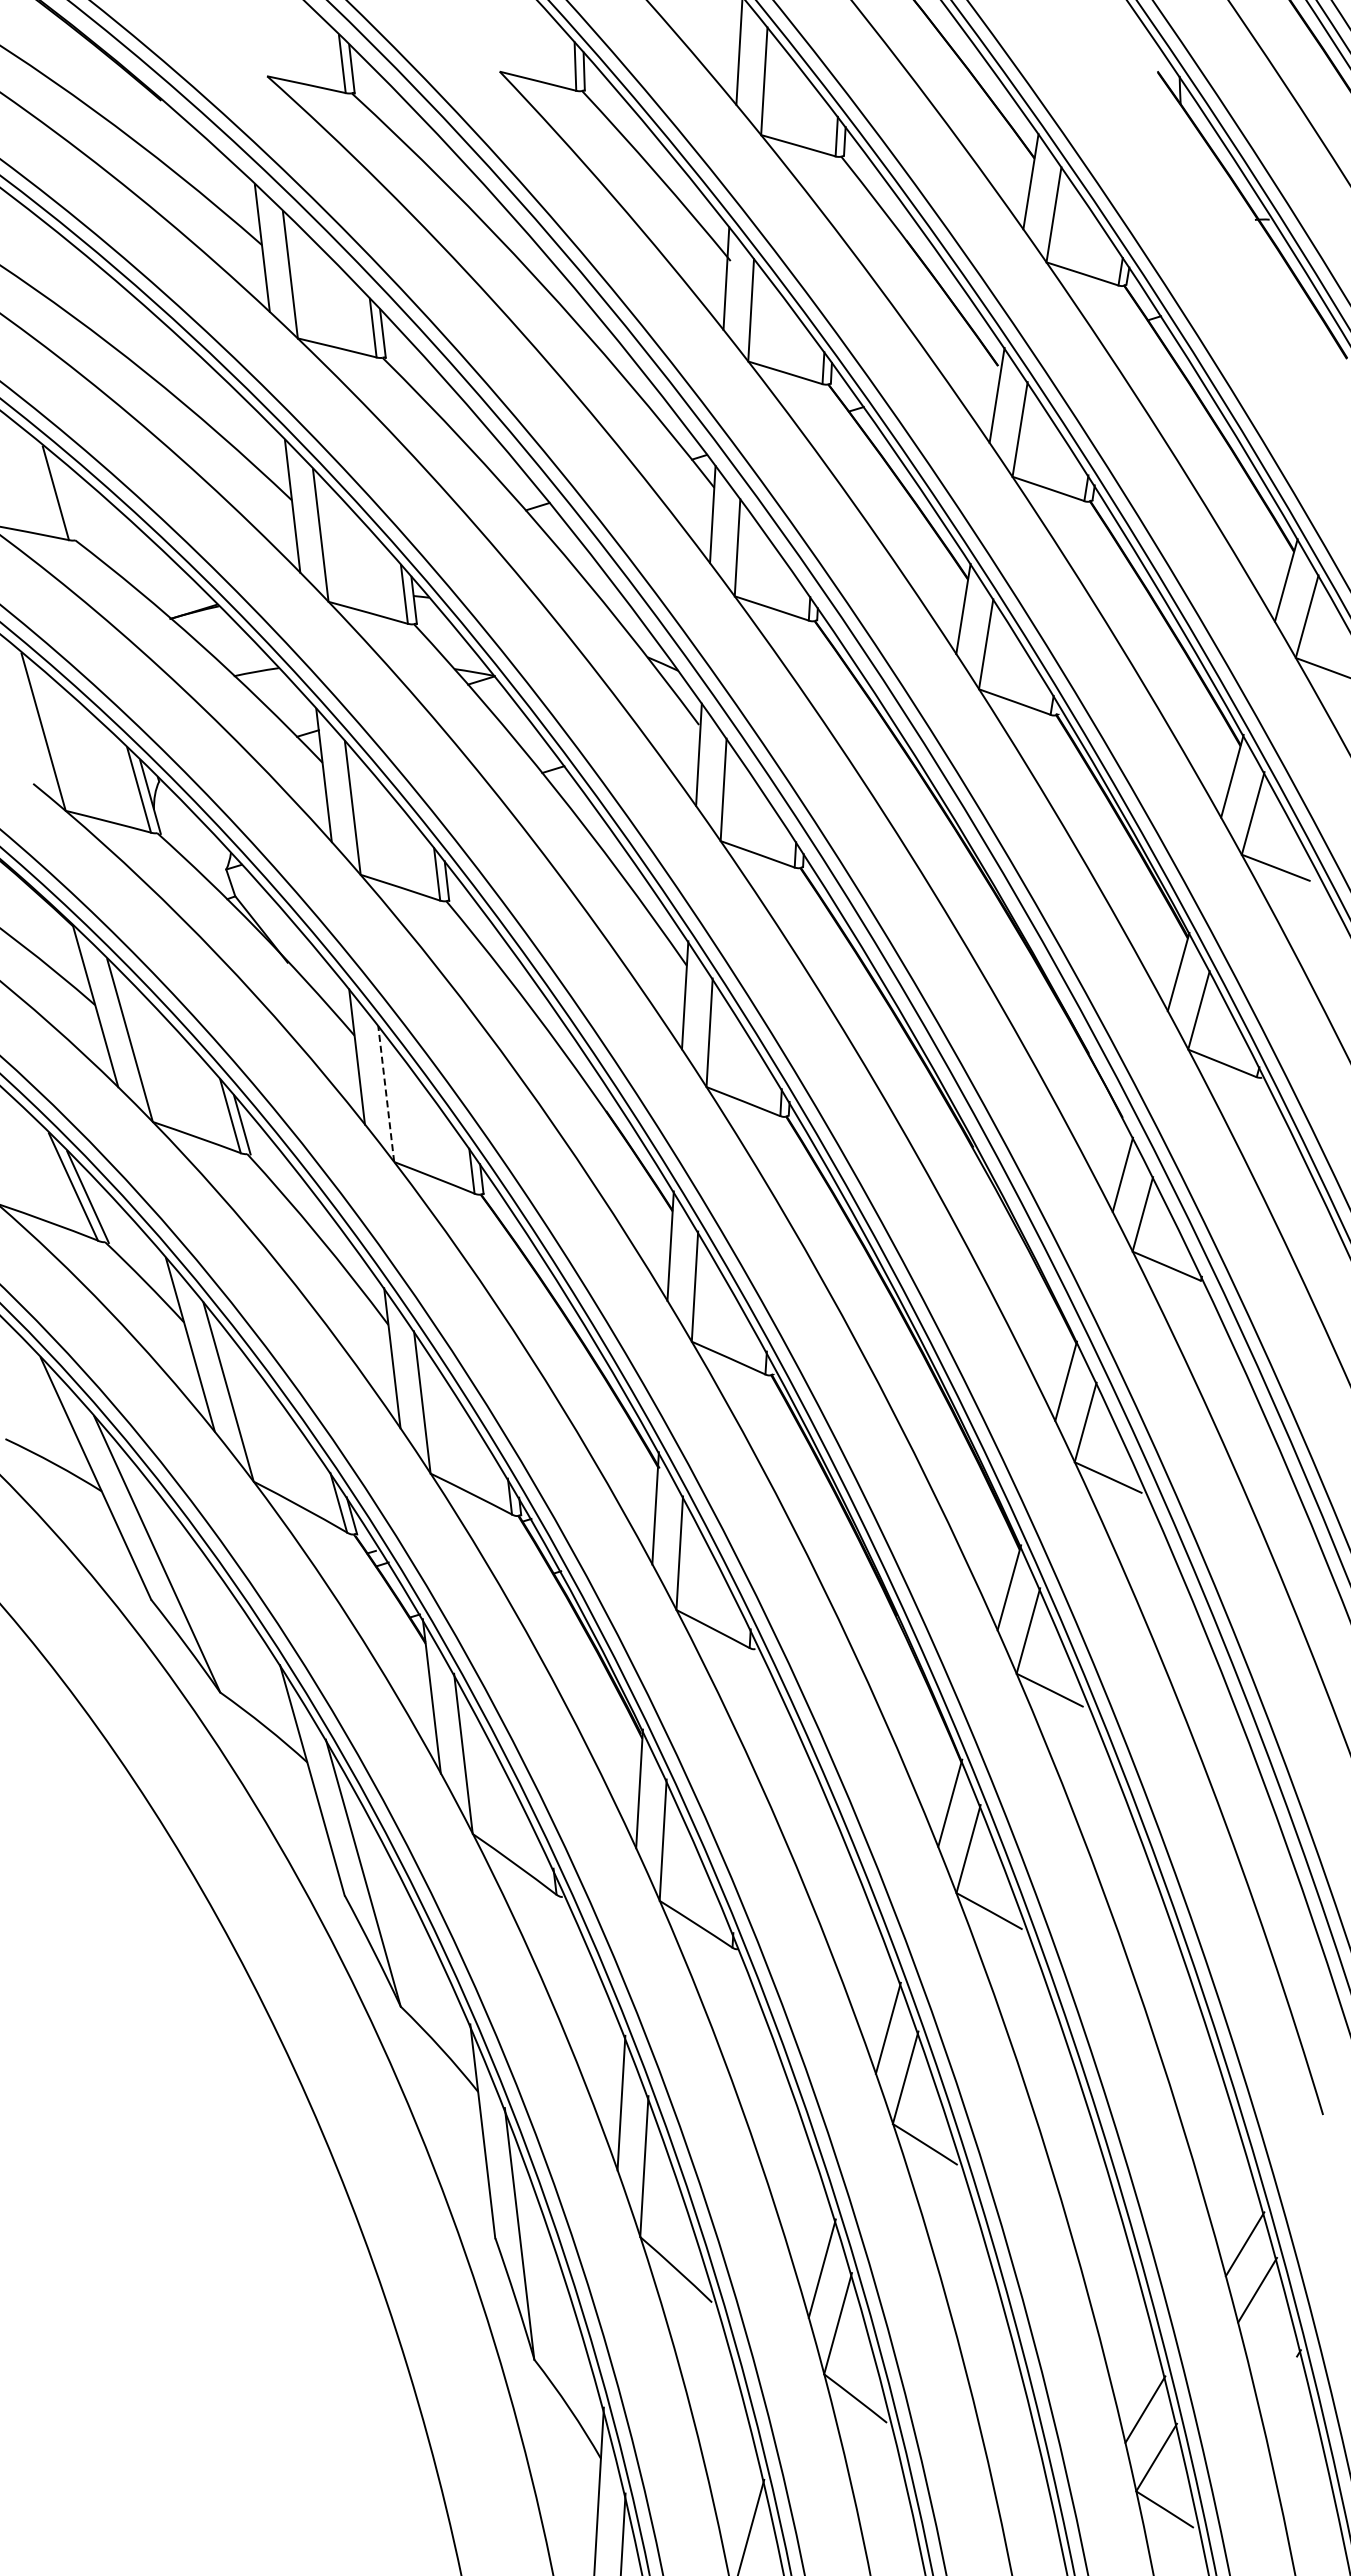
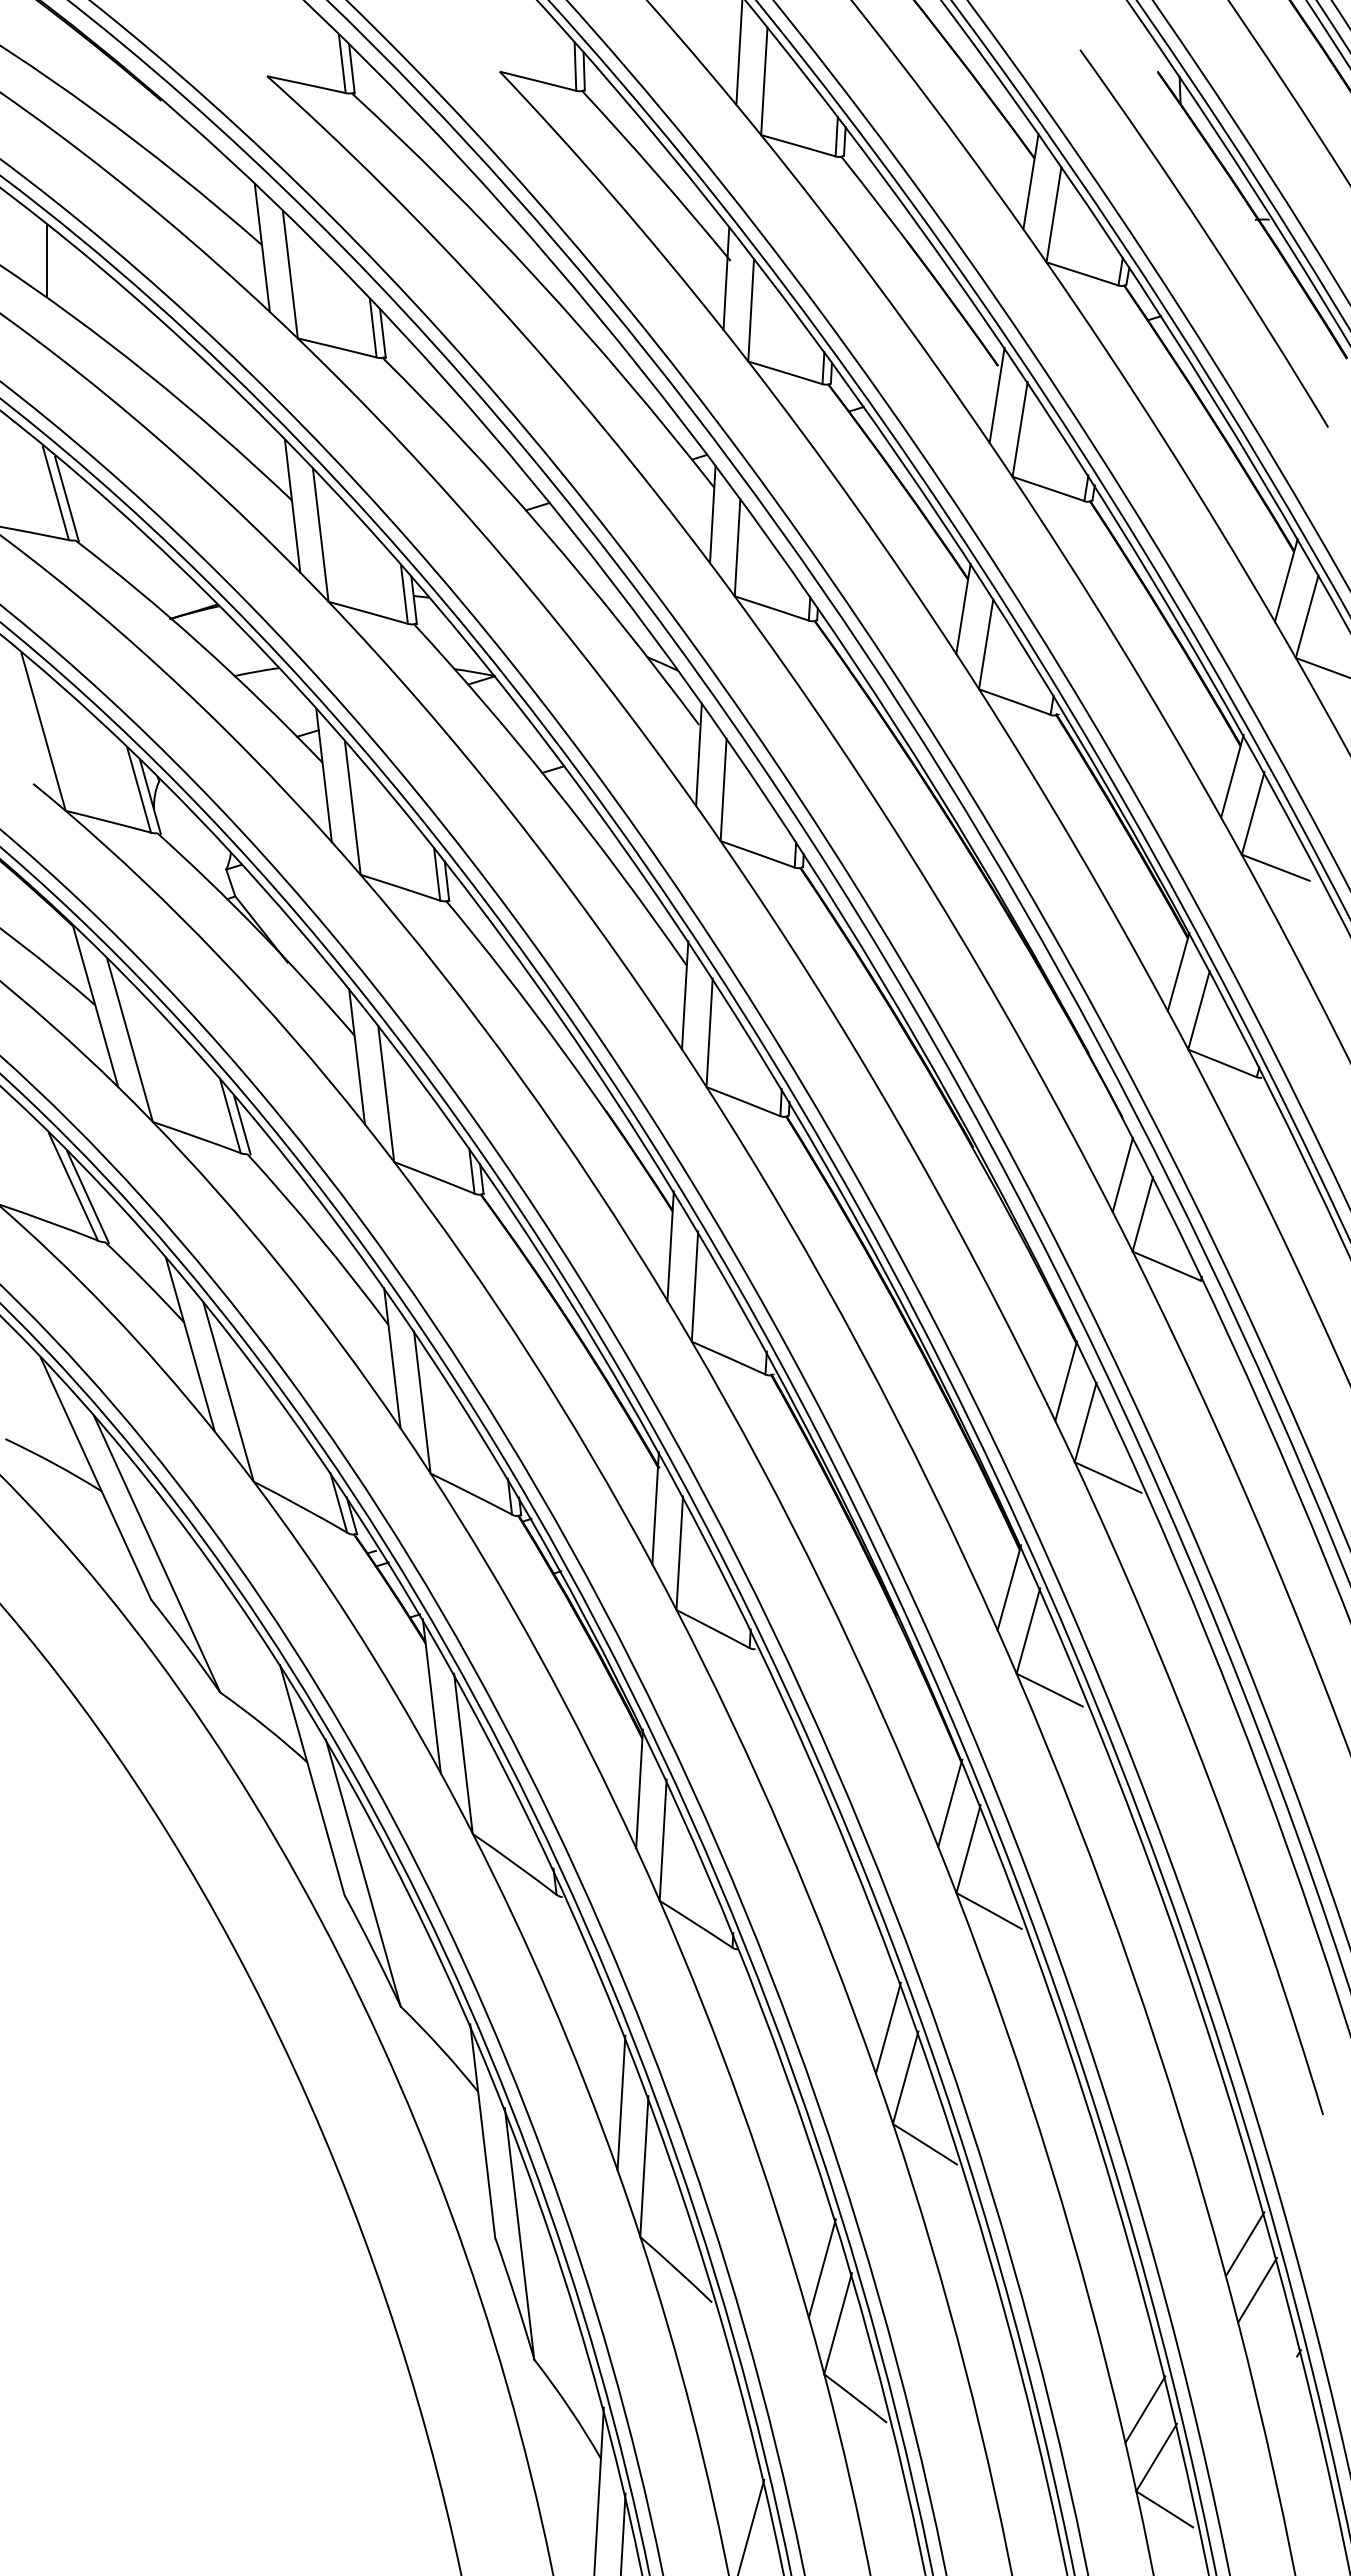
curve at (1207, 237): none -> present
line at (46, 261): none -> present
line at (66, 498): none -> present
line at (386, 1093): dashed -> solid
